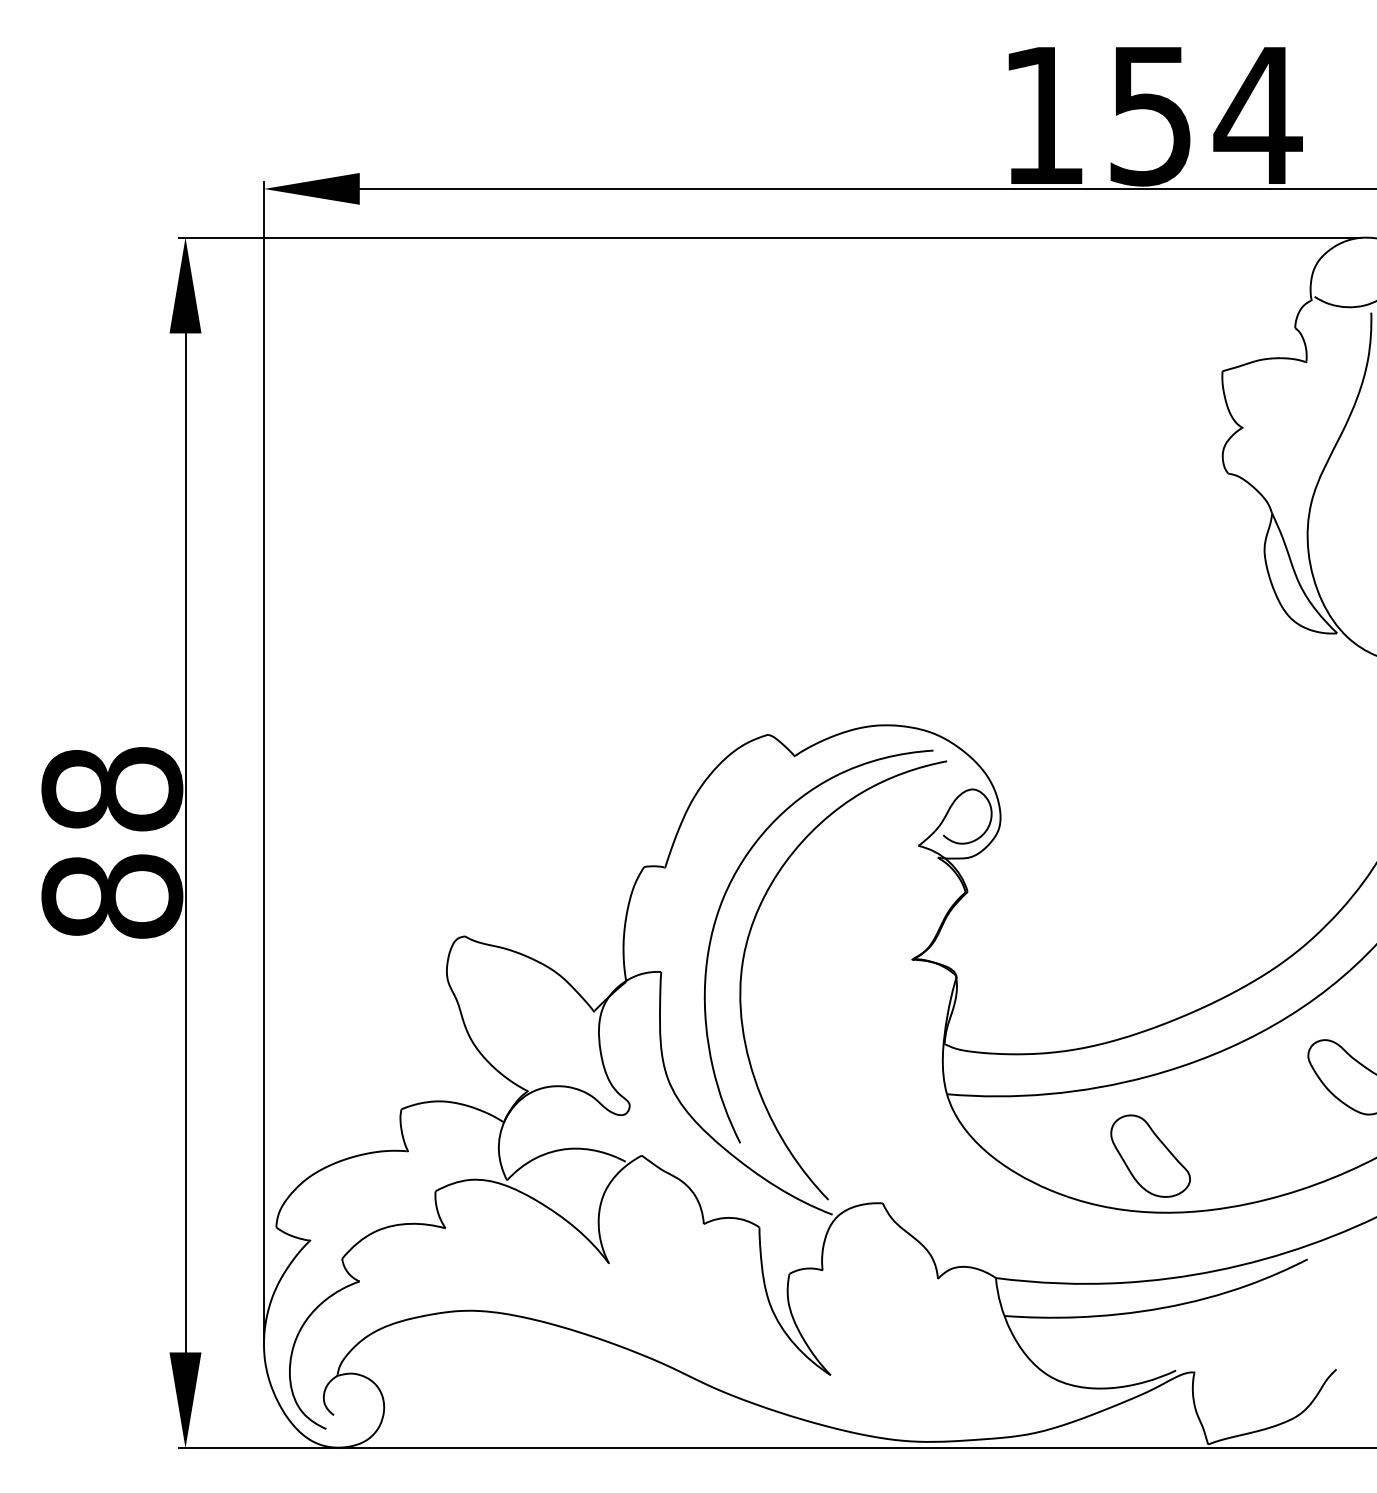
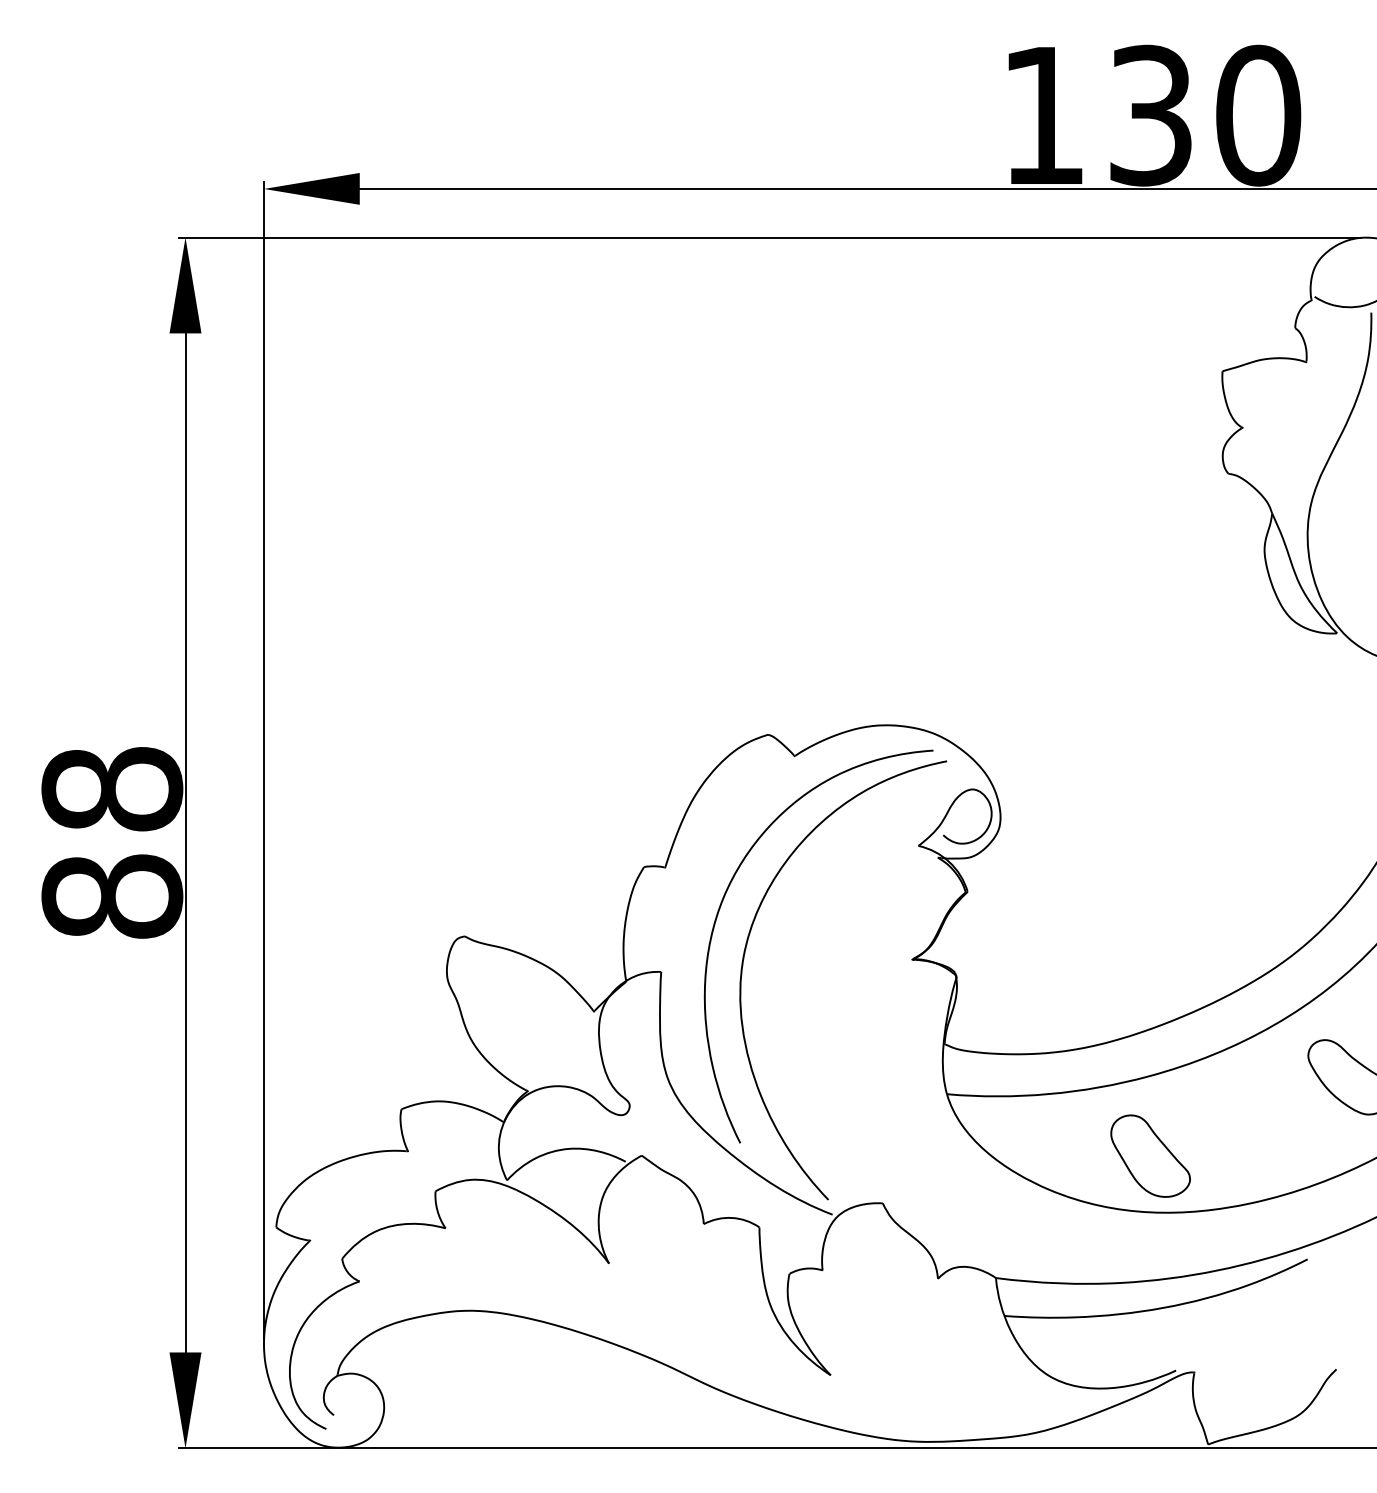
text at (1206, 115): 154 -> 130
